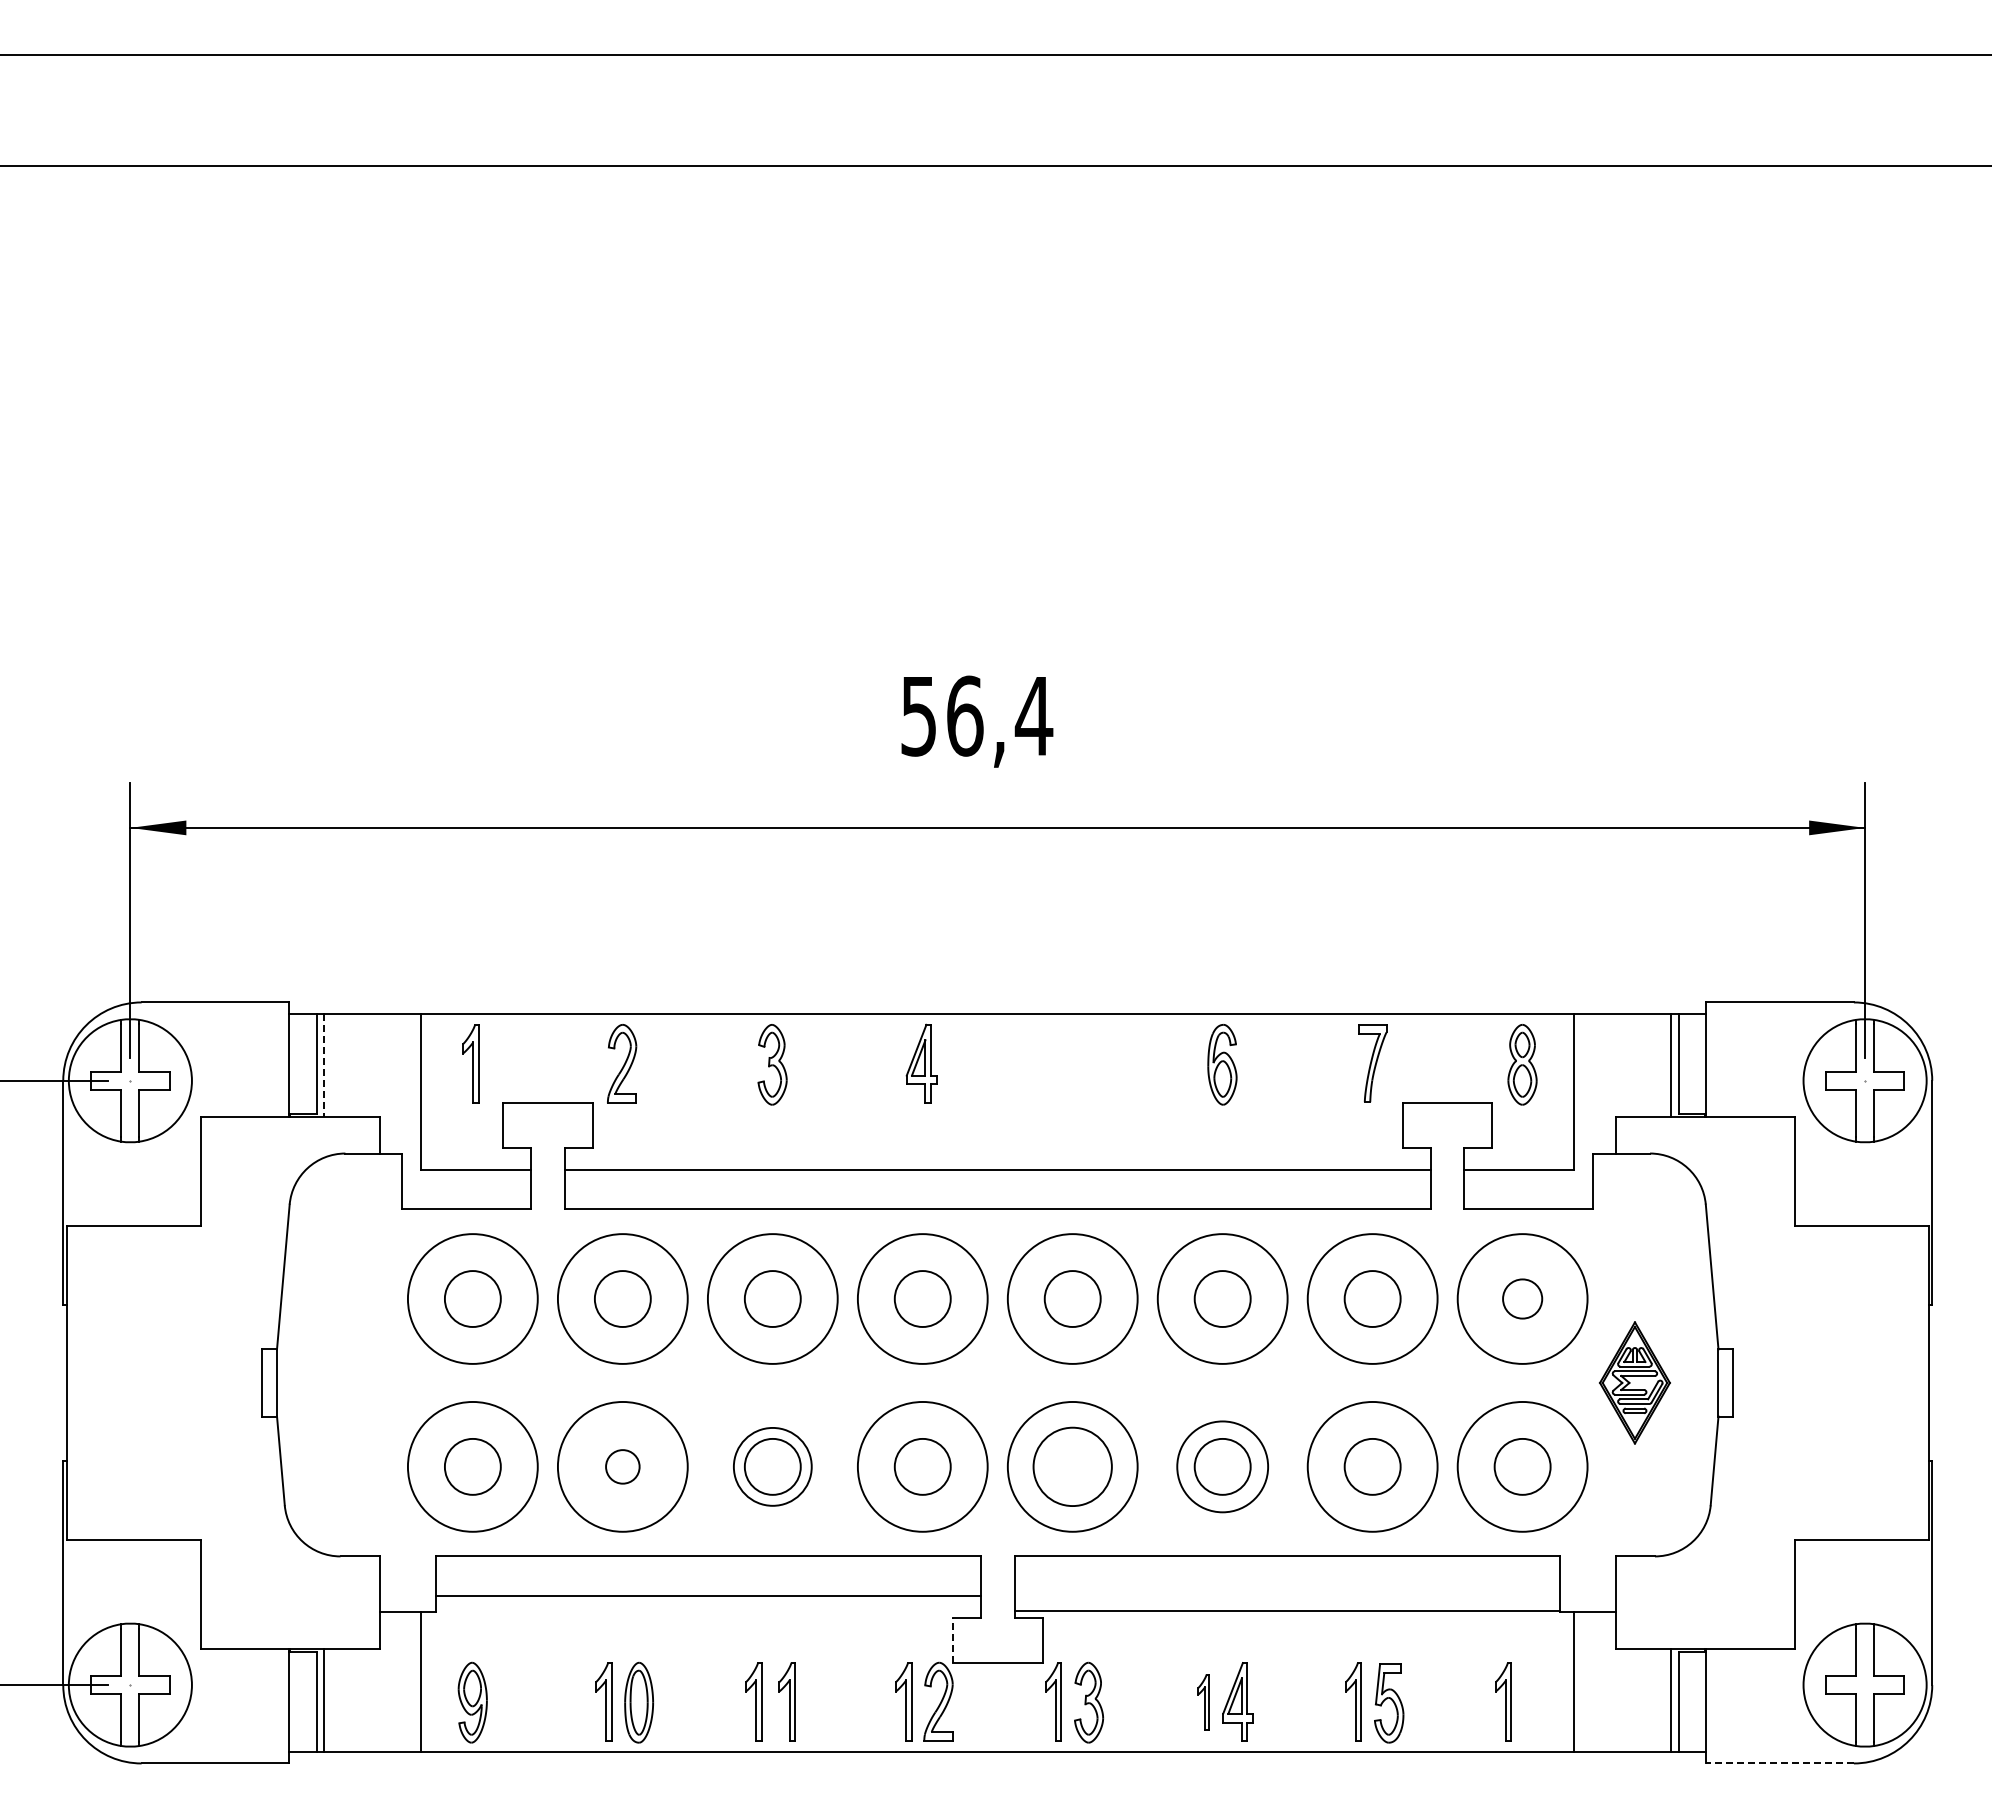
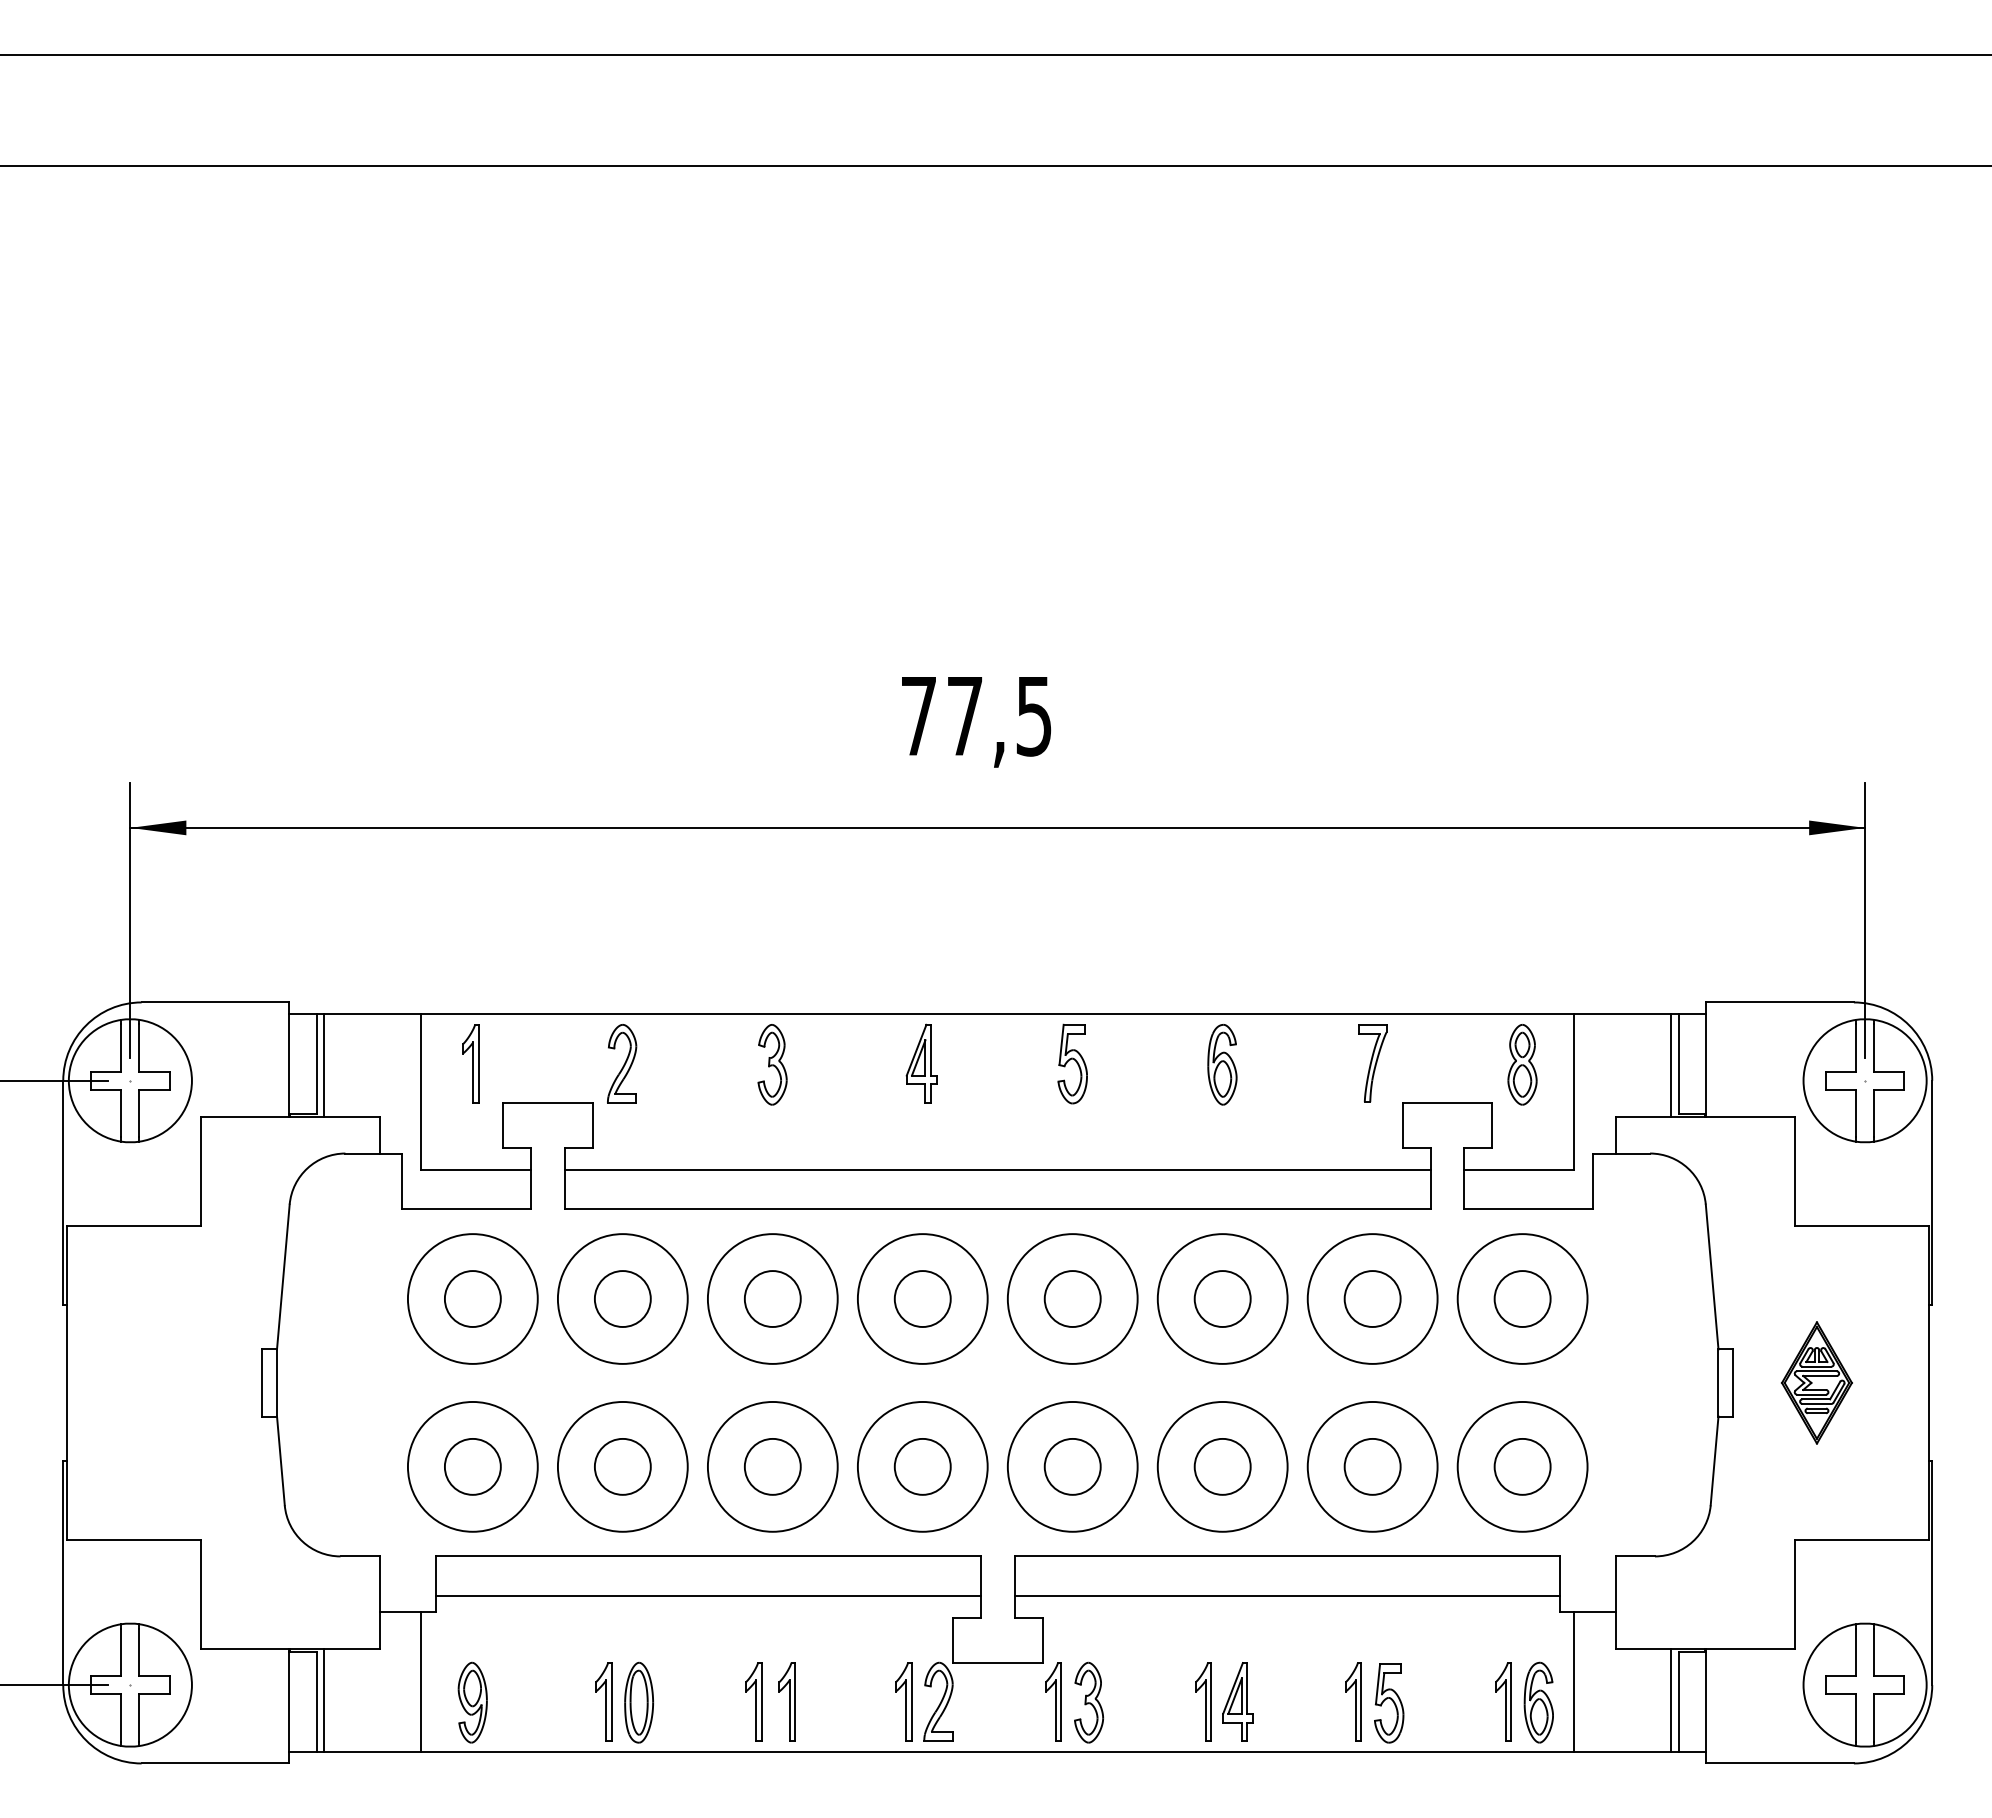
text at (977, 715): 56,4 -> 77,5
part at (1072, 1063): none -> present
line at (324, 1065): dashed -> solid
circle at (1522, 1298) diameter: 39 px -> 56 px
part at (1634, 1382) position: (1634, 1382) -> (1816, 1382)
circle at (622, 1466) diameter: 34 px -> 56 px
circle at (772, 1466) diameter: 78 px -> 130 px
circle at (1072, 1466) diameter: 78 px -> 56 px
circle at (1222, 1466) diameter: 91 px -> 130 px
line at (1286, 1610) position: (1286, 1610) -> (1286, 1595)
line at (952, 1639): dashed -> solid
part at (1203, 1702) size: 13x57 px -> 17x80 px
part at (1538, 1702): none -> present
line at (1780, 1763): dashed -> solid
